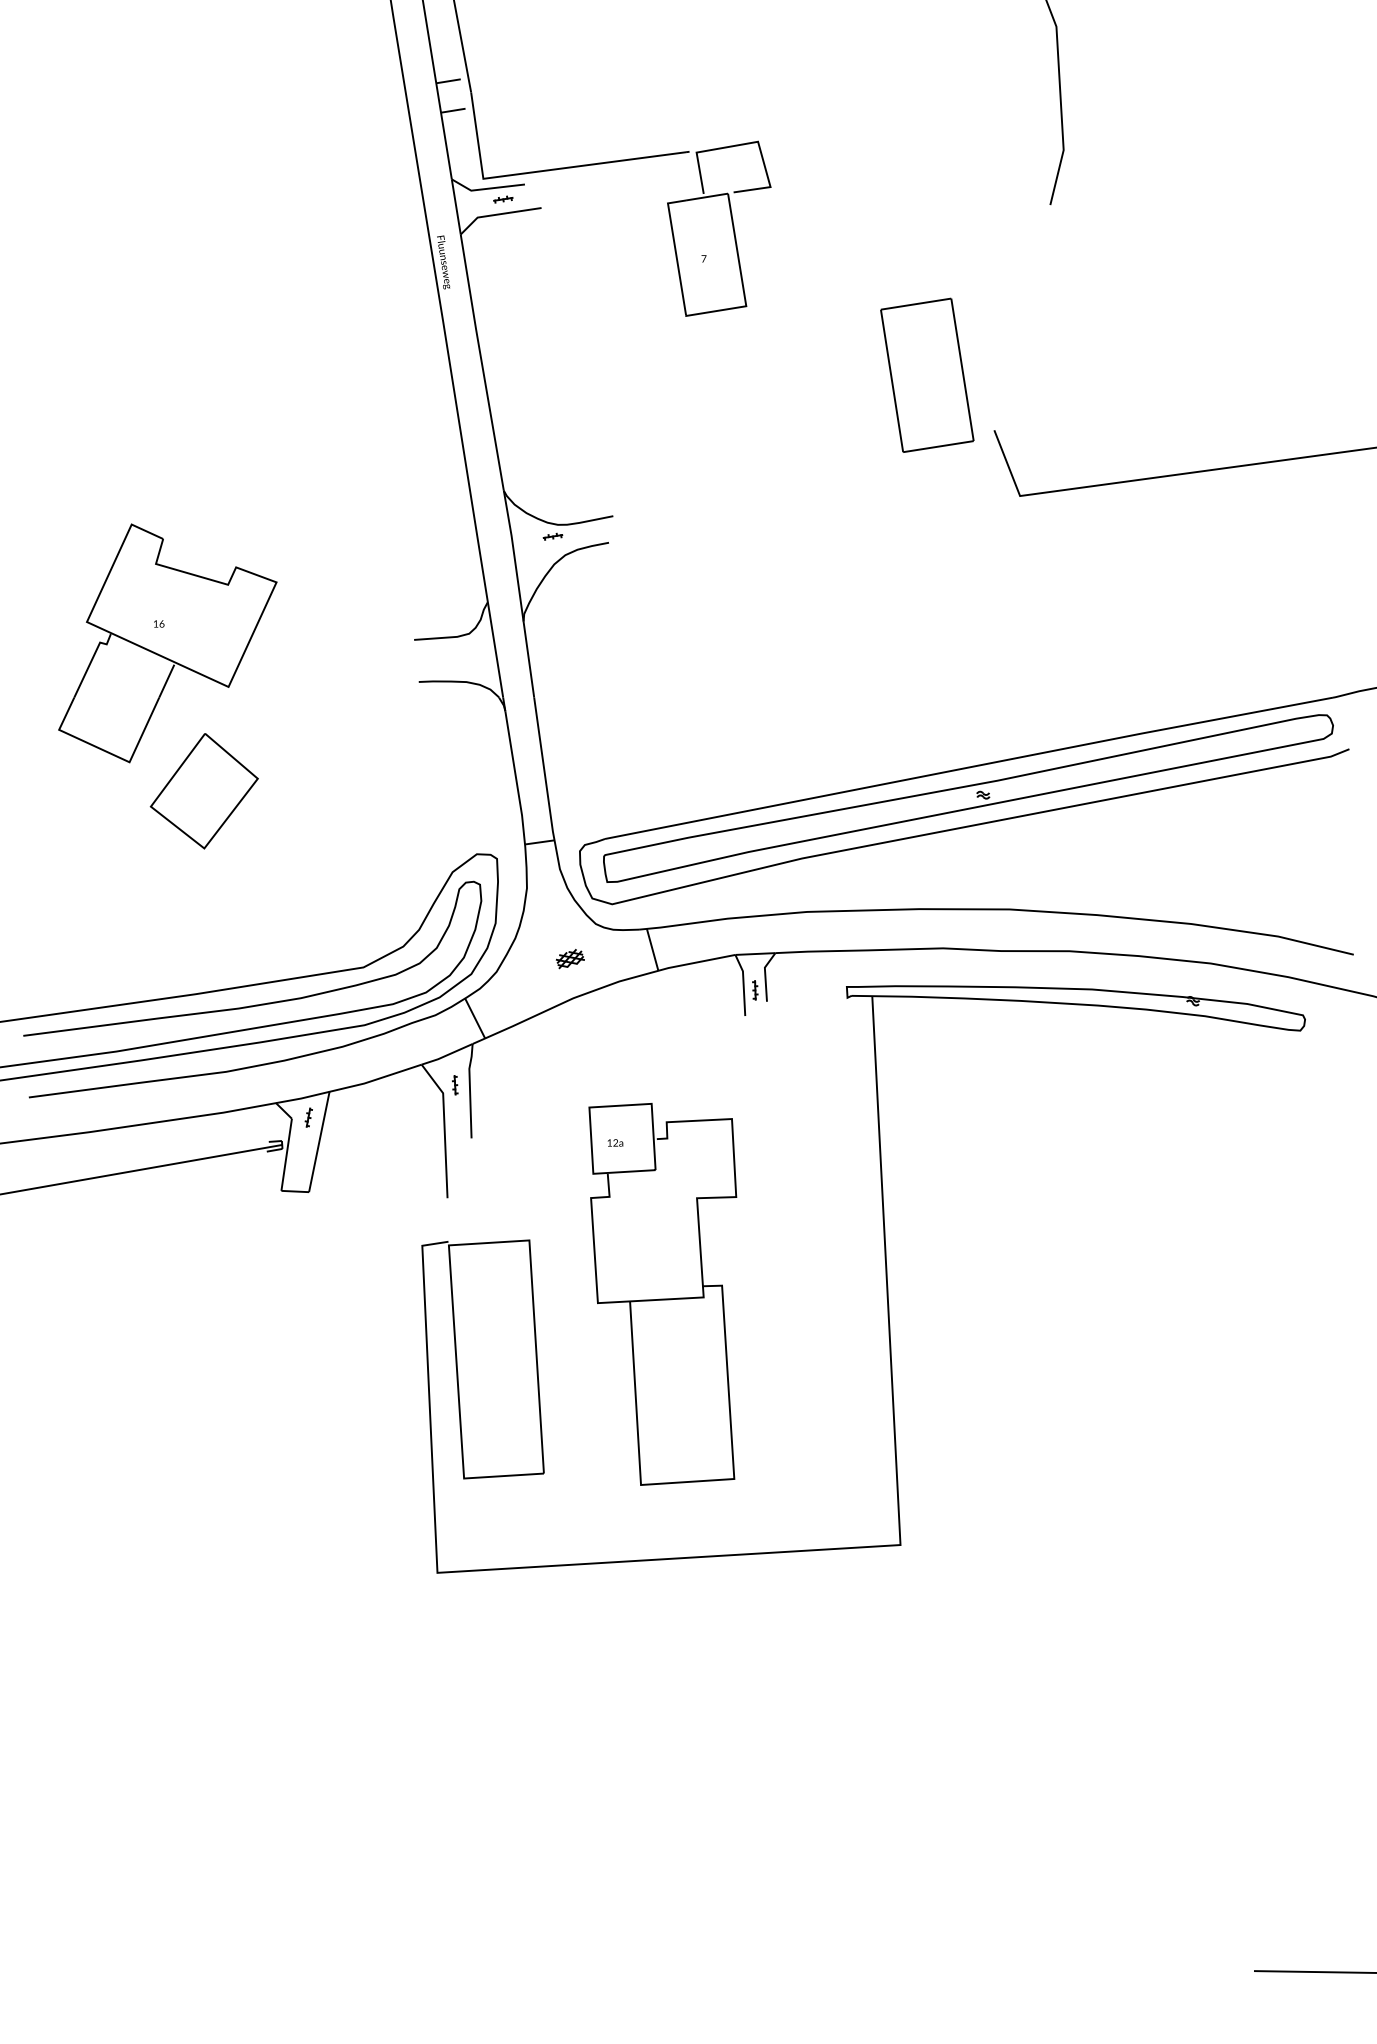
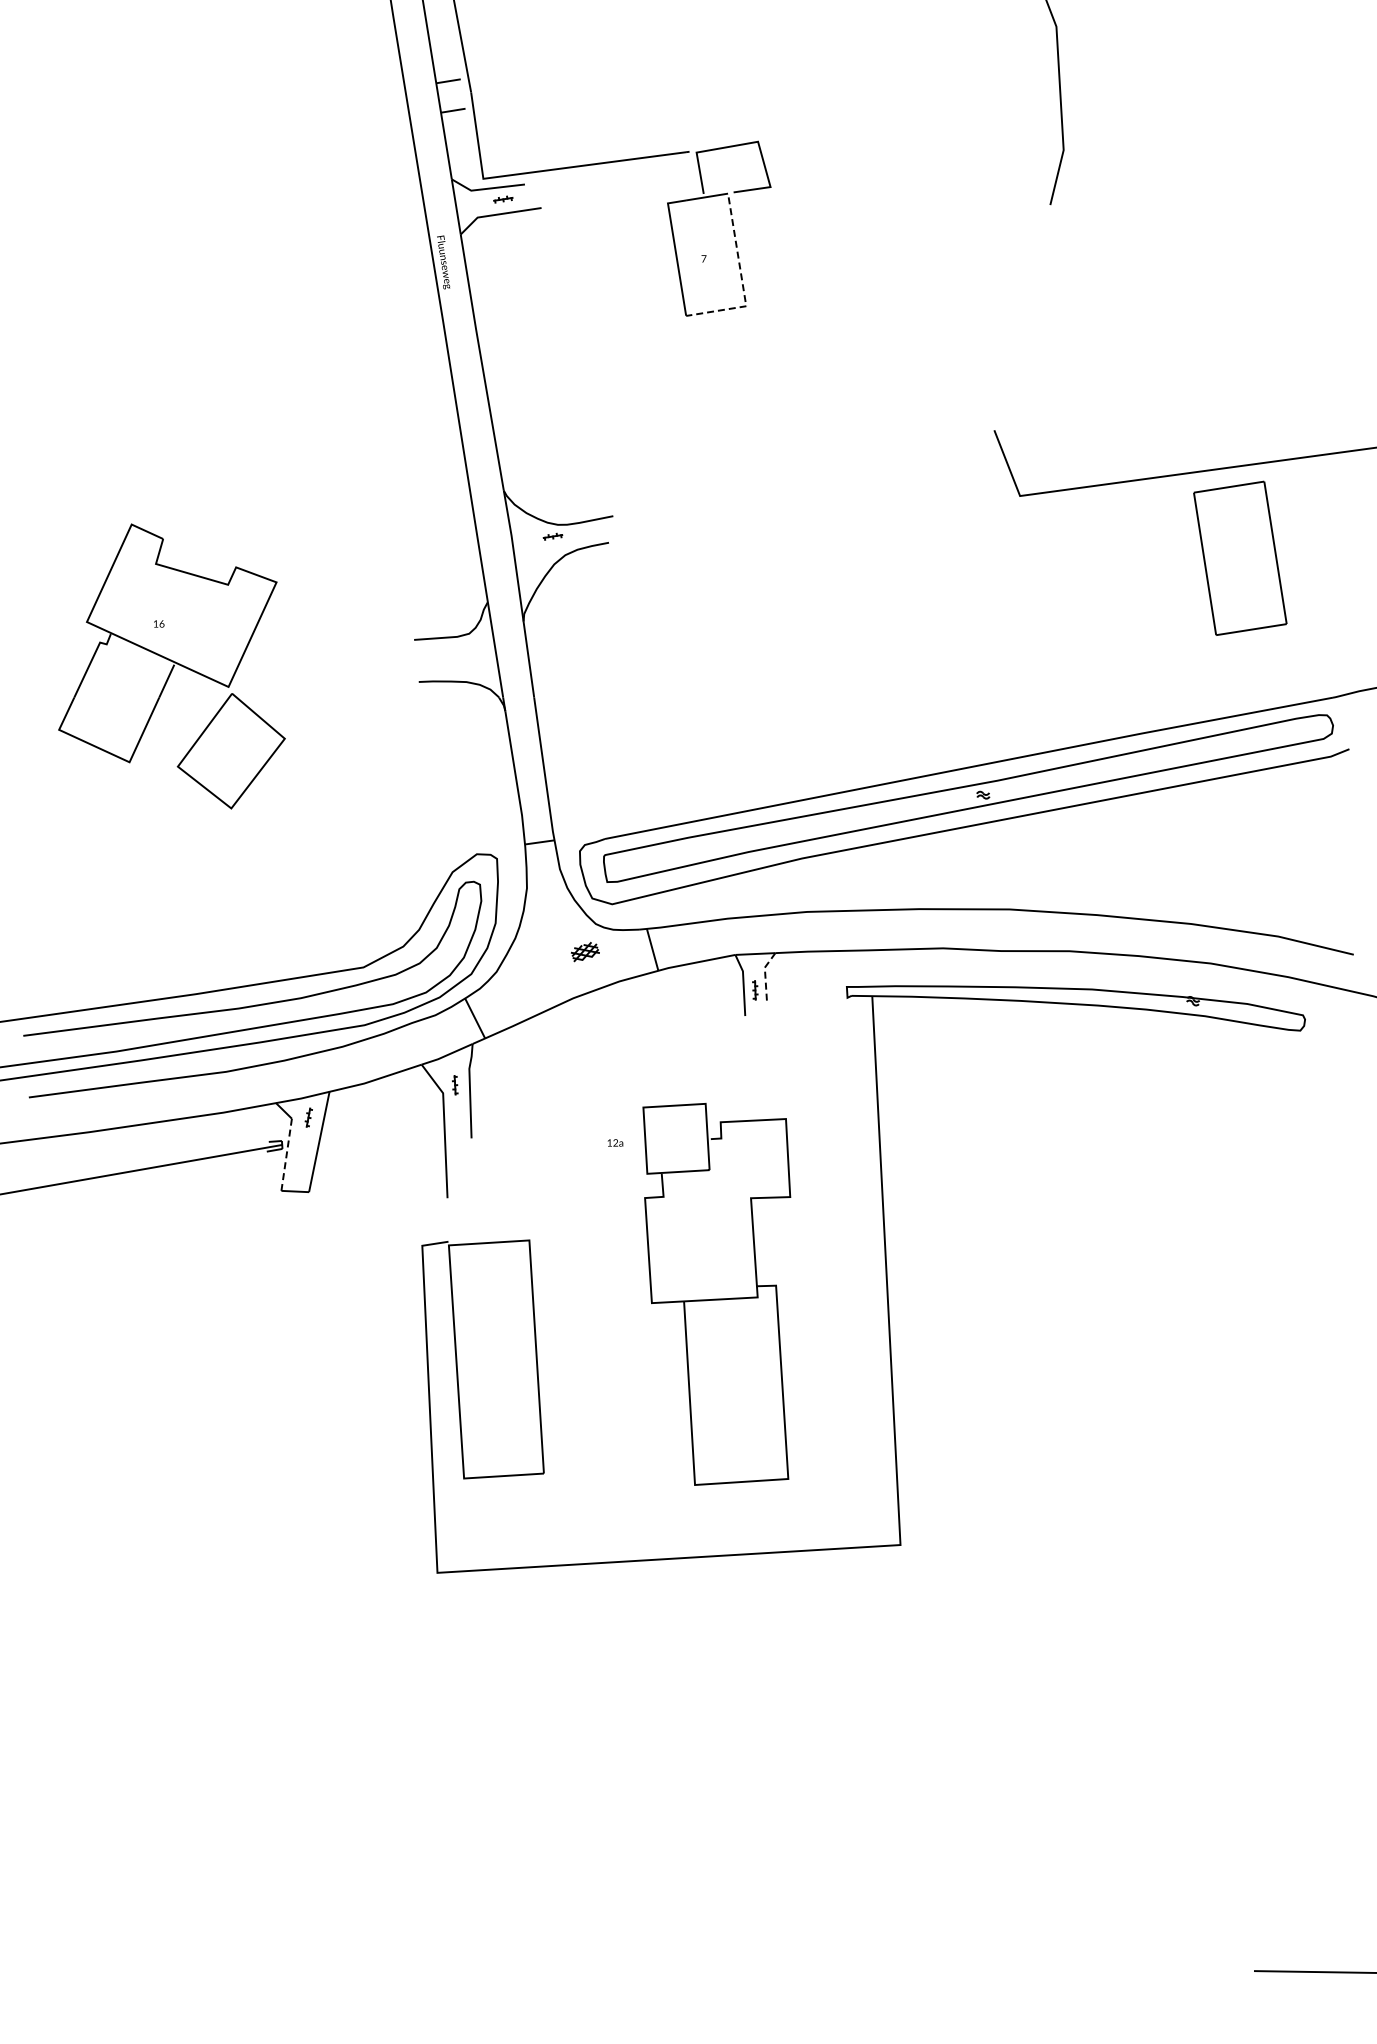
line at (742, 280): solid -> dashed
part at (927, 374) position: (927, 374) -> (1240, 557)
part at (203, 791) position: (203, 791) -> (230, 751)
part at (569, 959) position: (569, 959) -> (584, 952)
line at (765, 975): solid -> dashed
line at (286, 1155): solid -> dashed
part at (662, 1294) position: (662, 1294) -> (716, 1294)
